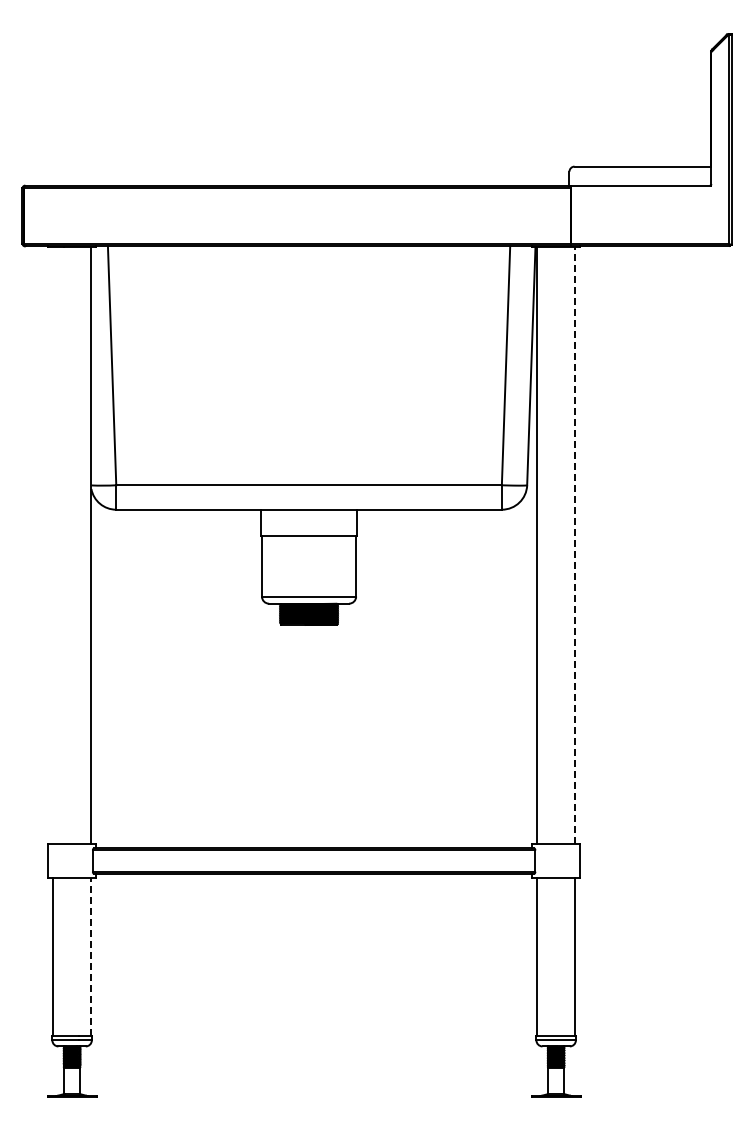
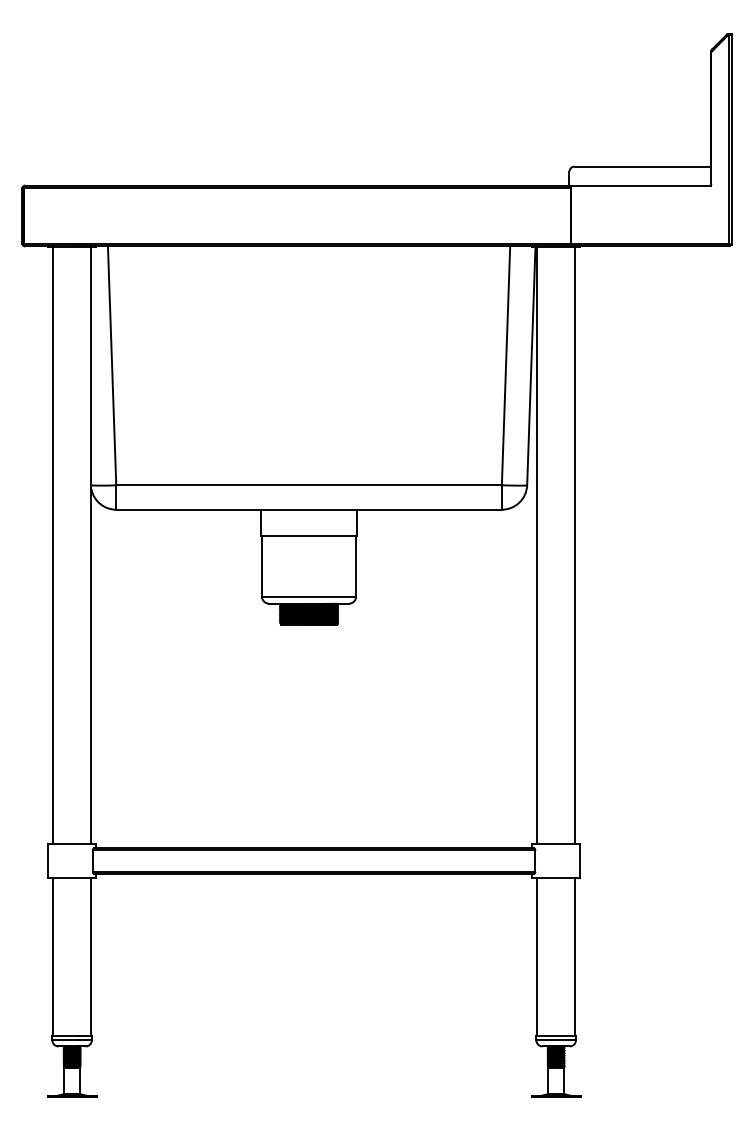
line at (52, 544): none -> present
line at (575, 545): dashed -> solid
line at (91, 957): dashed -> solid
